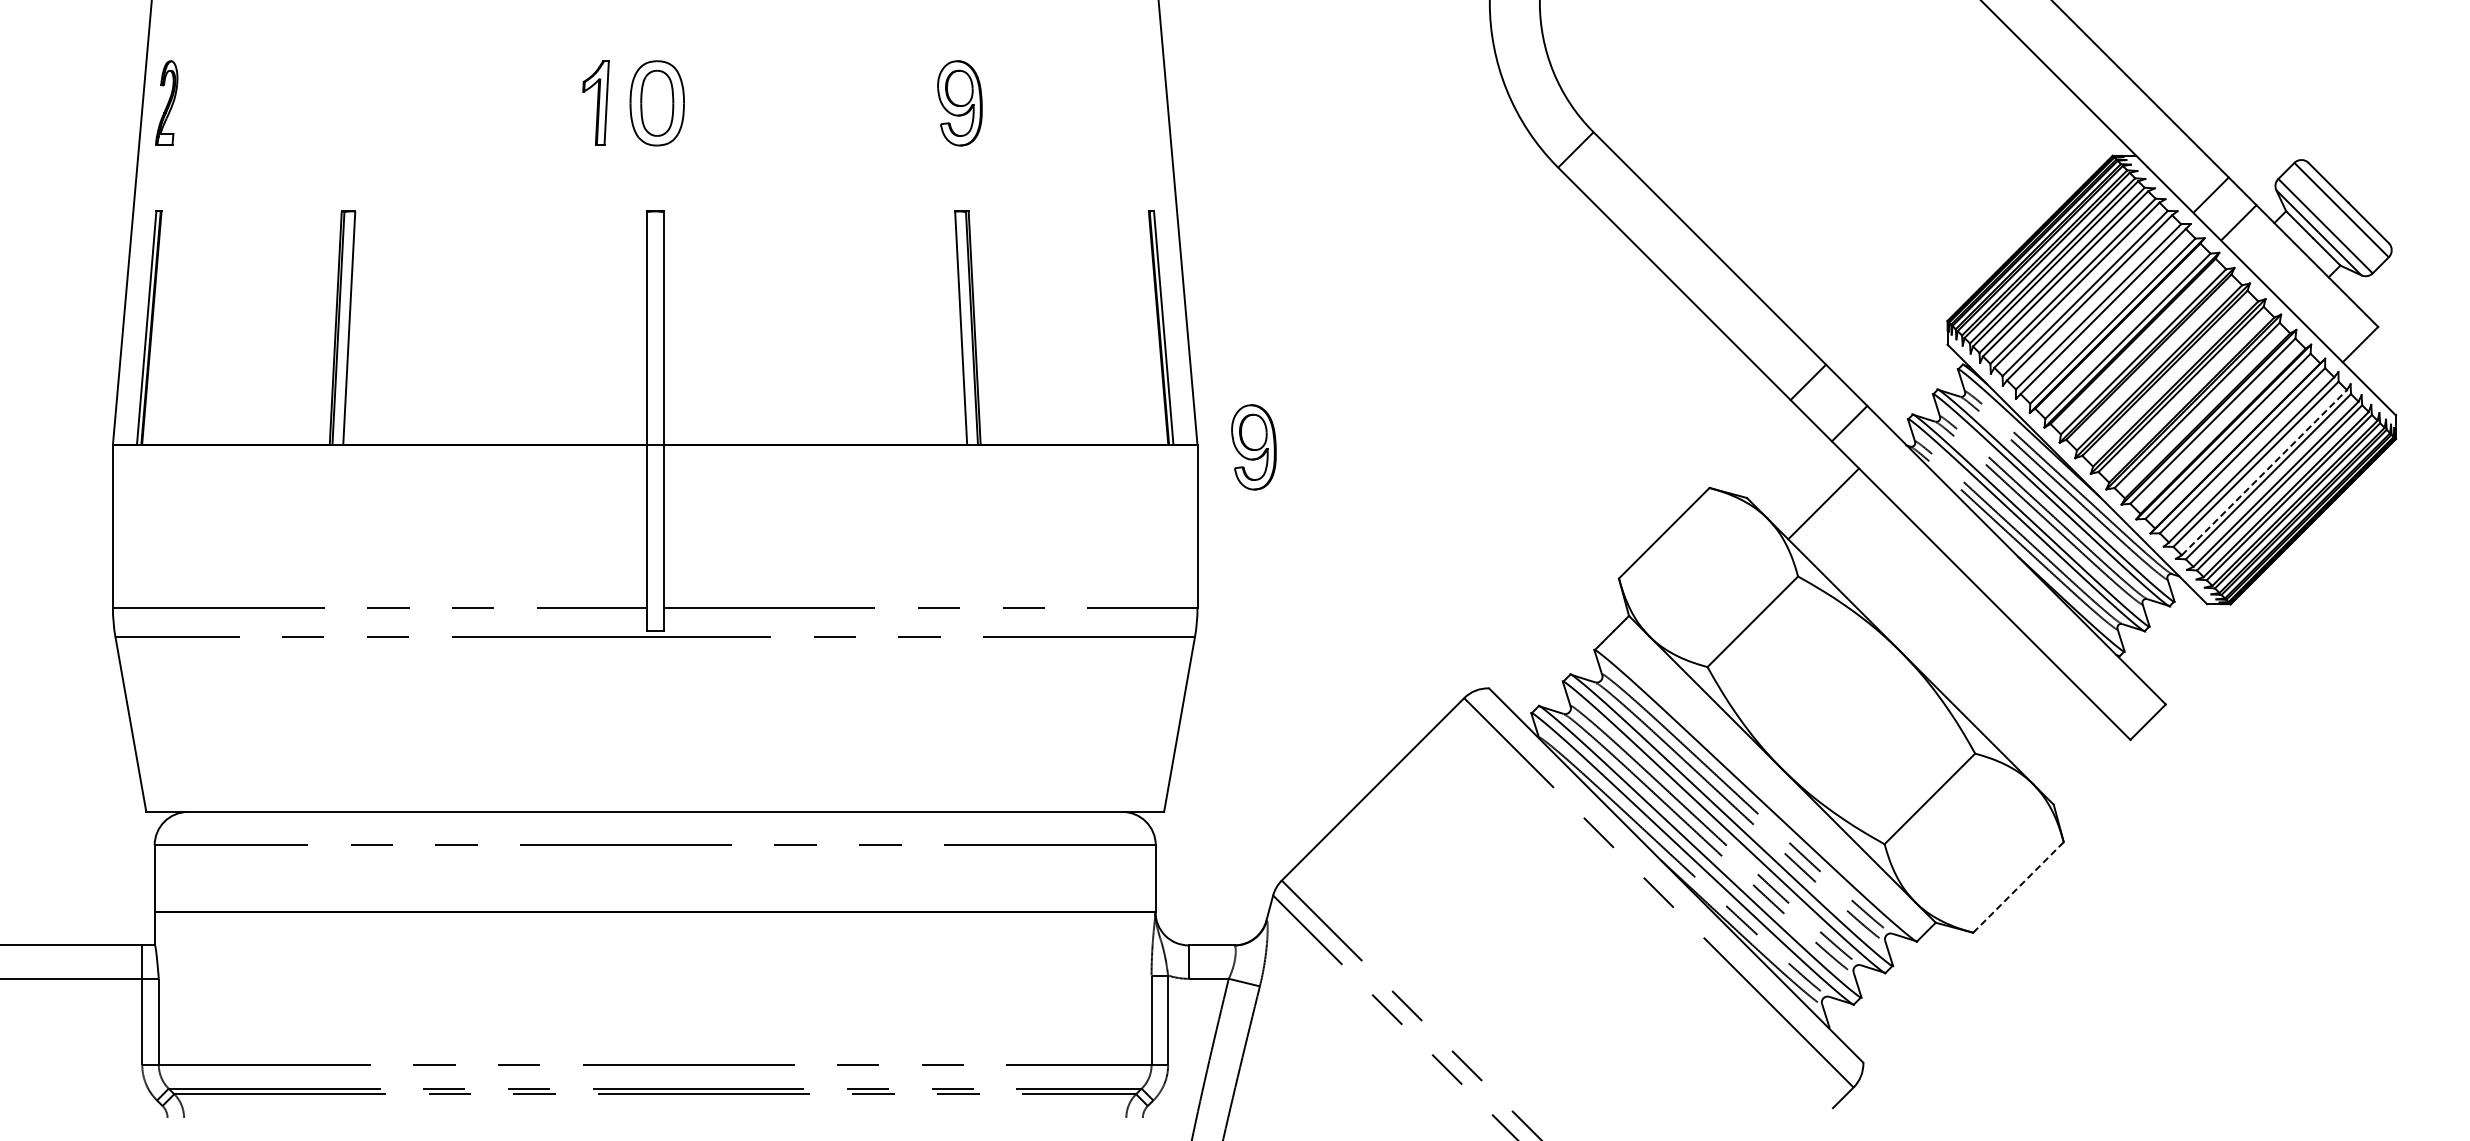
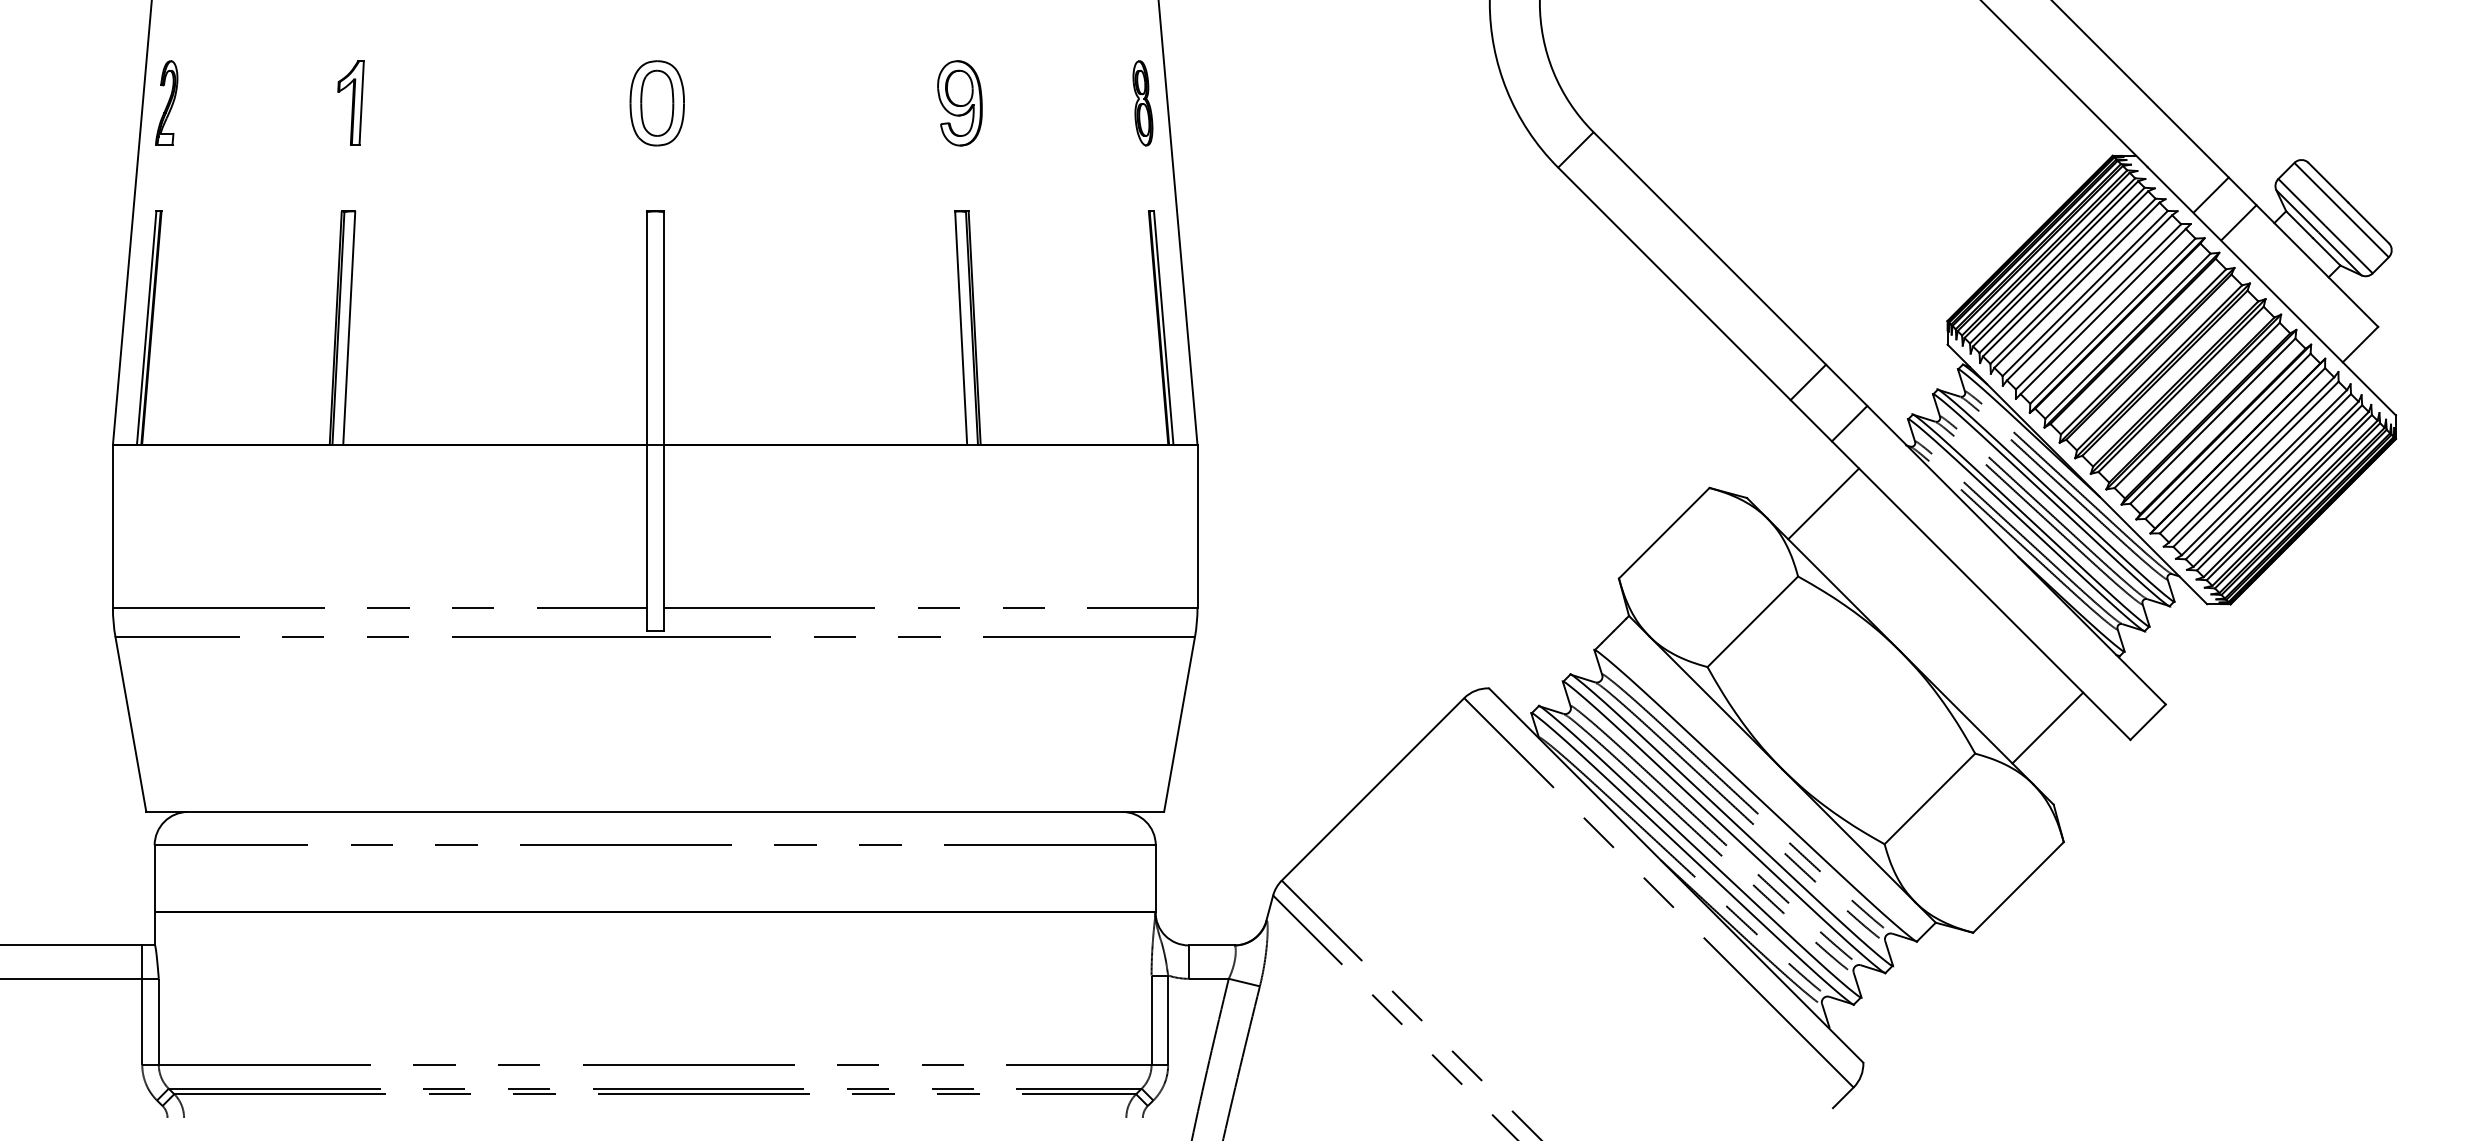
part at (595, 102) position: (595, 102) -> (350, 102)
part at (1142, 103): none -> present
part at (1253, 447): present -> none
line at (2264, 472): dashed -> solid
line at (2047, 727): none -> present
line at (2018, 887): dashed -> solid
